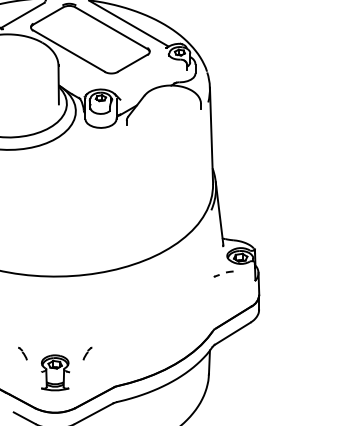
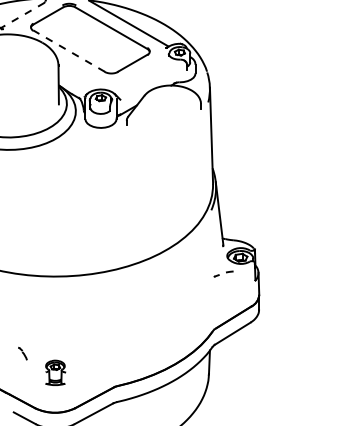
line at (22, 15): solid -> dashed
line at (68, 50): solid -> dashed
part at (87, 353): present -> none
part at (55, 372) size: 30x38 px -> 22x27 px
